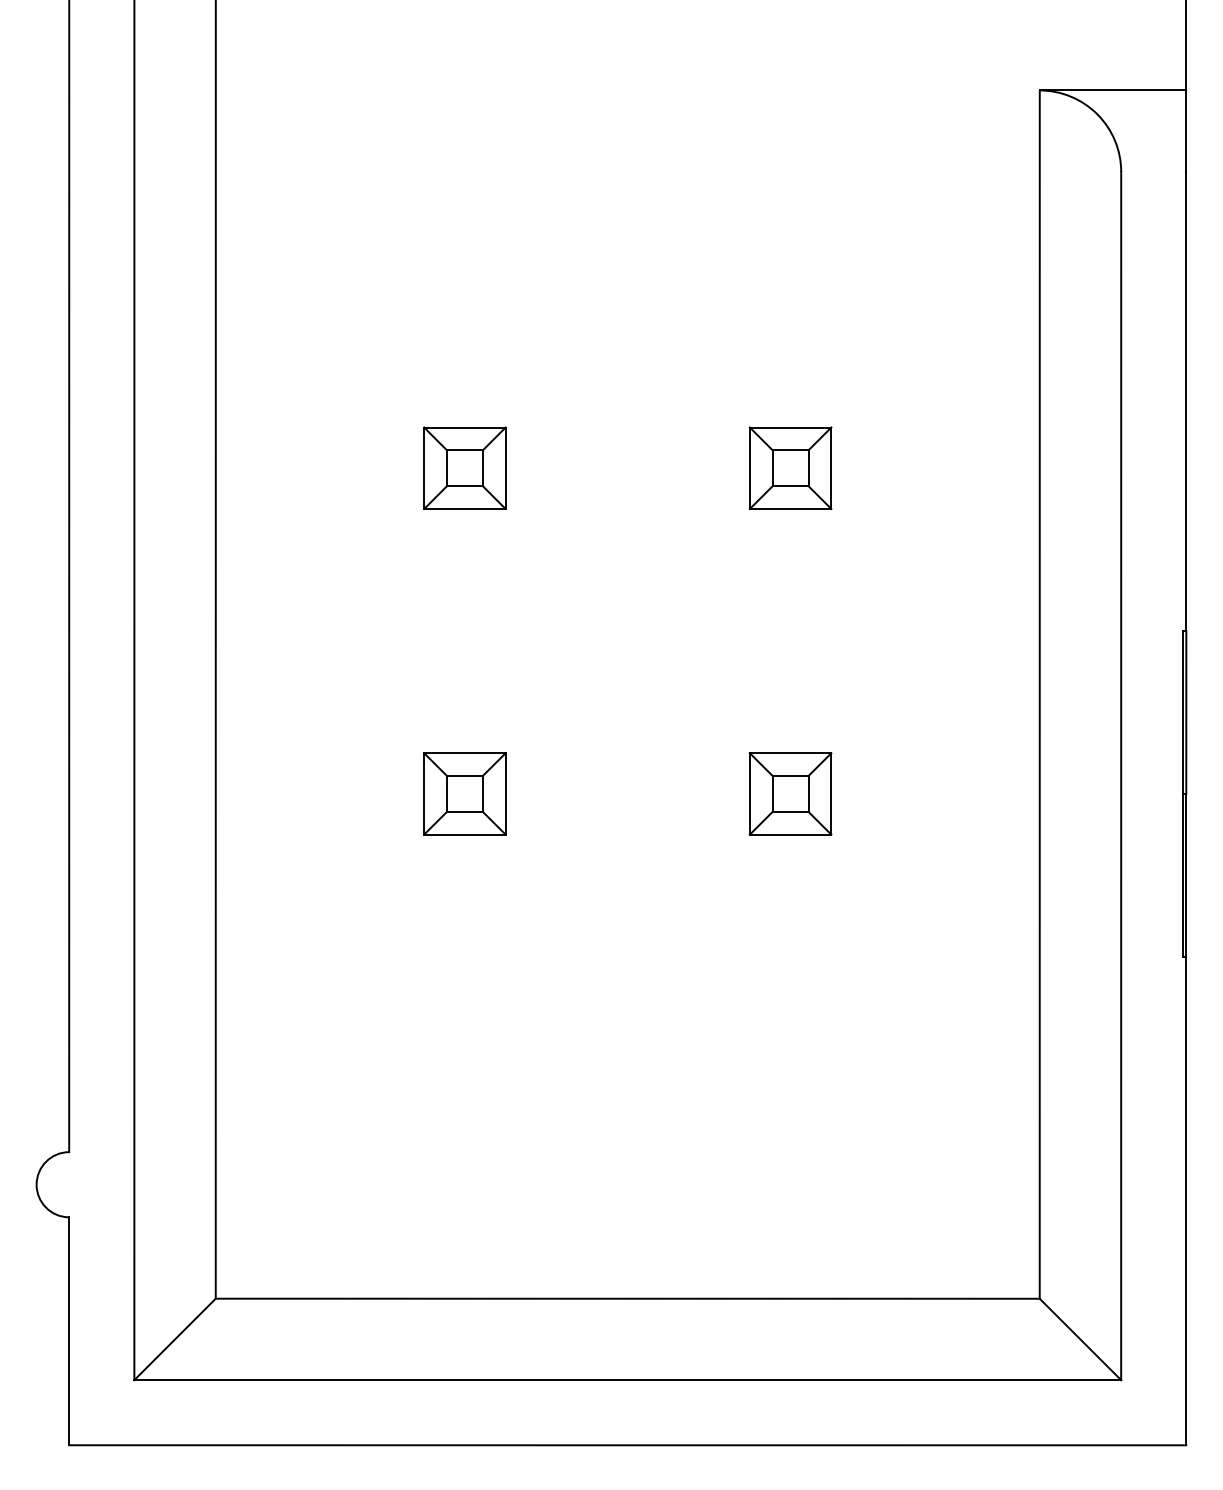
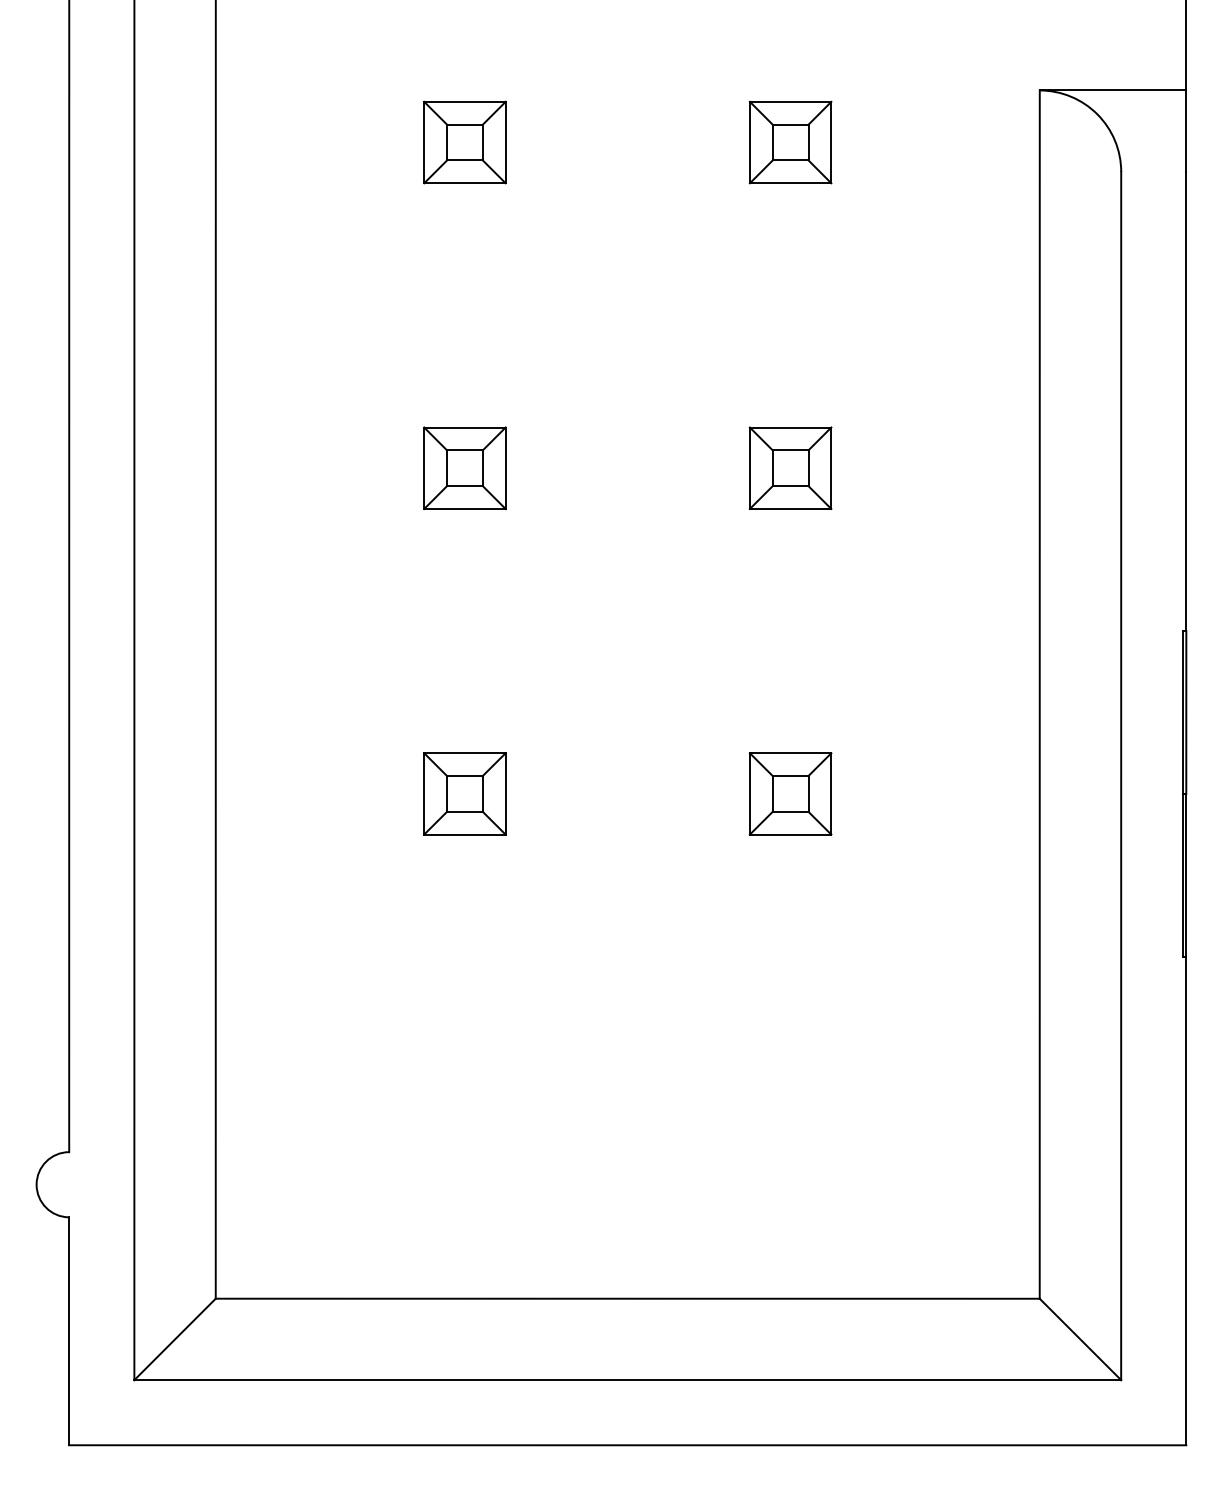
part at (464, 142): none -> present
part at (790, 142): none -> present
